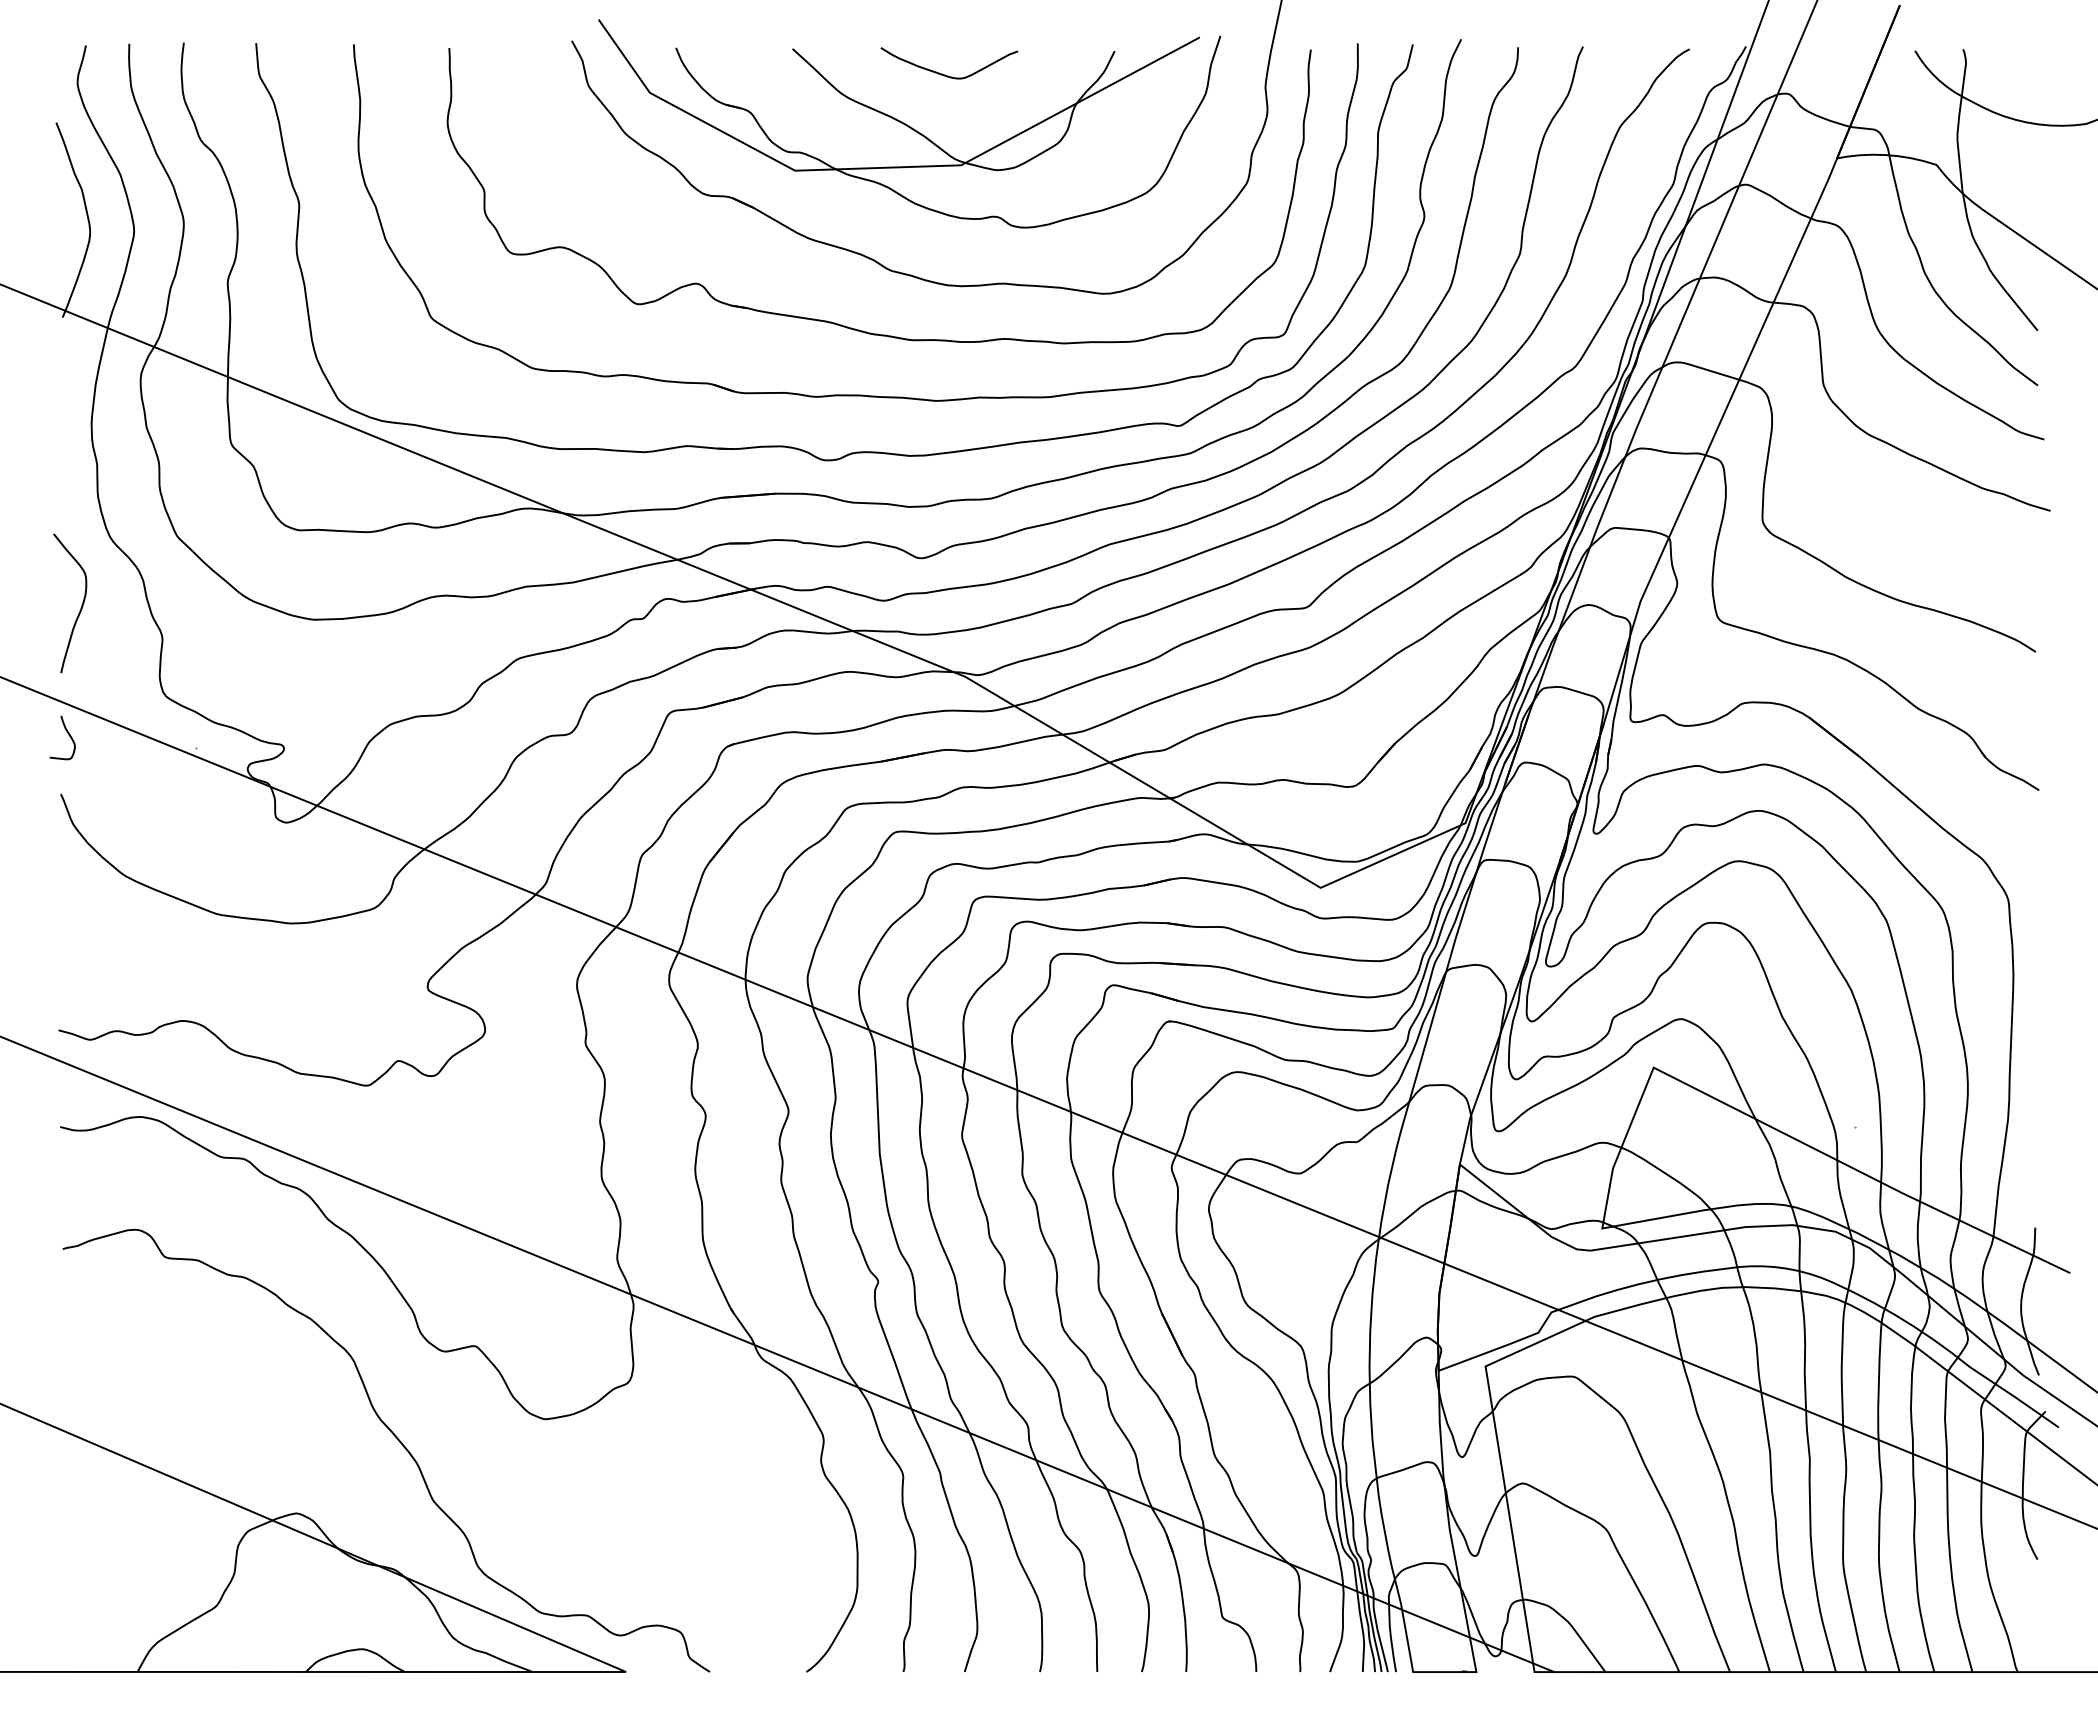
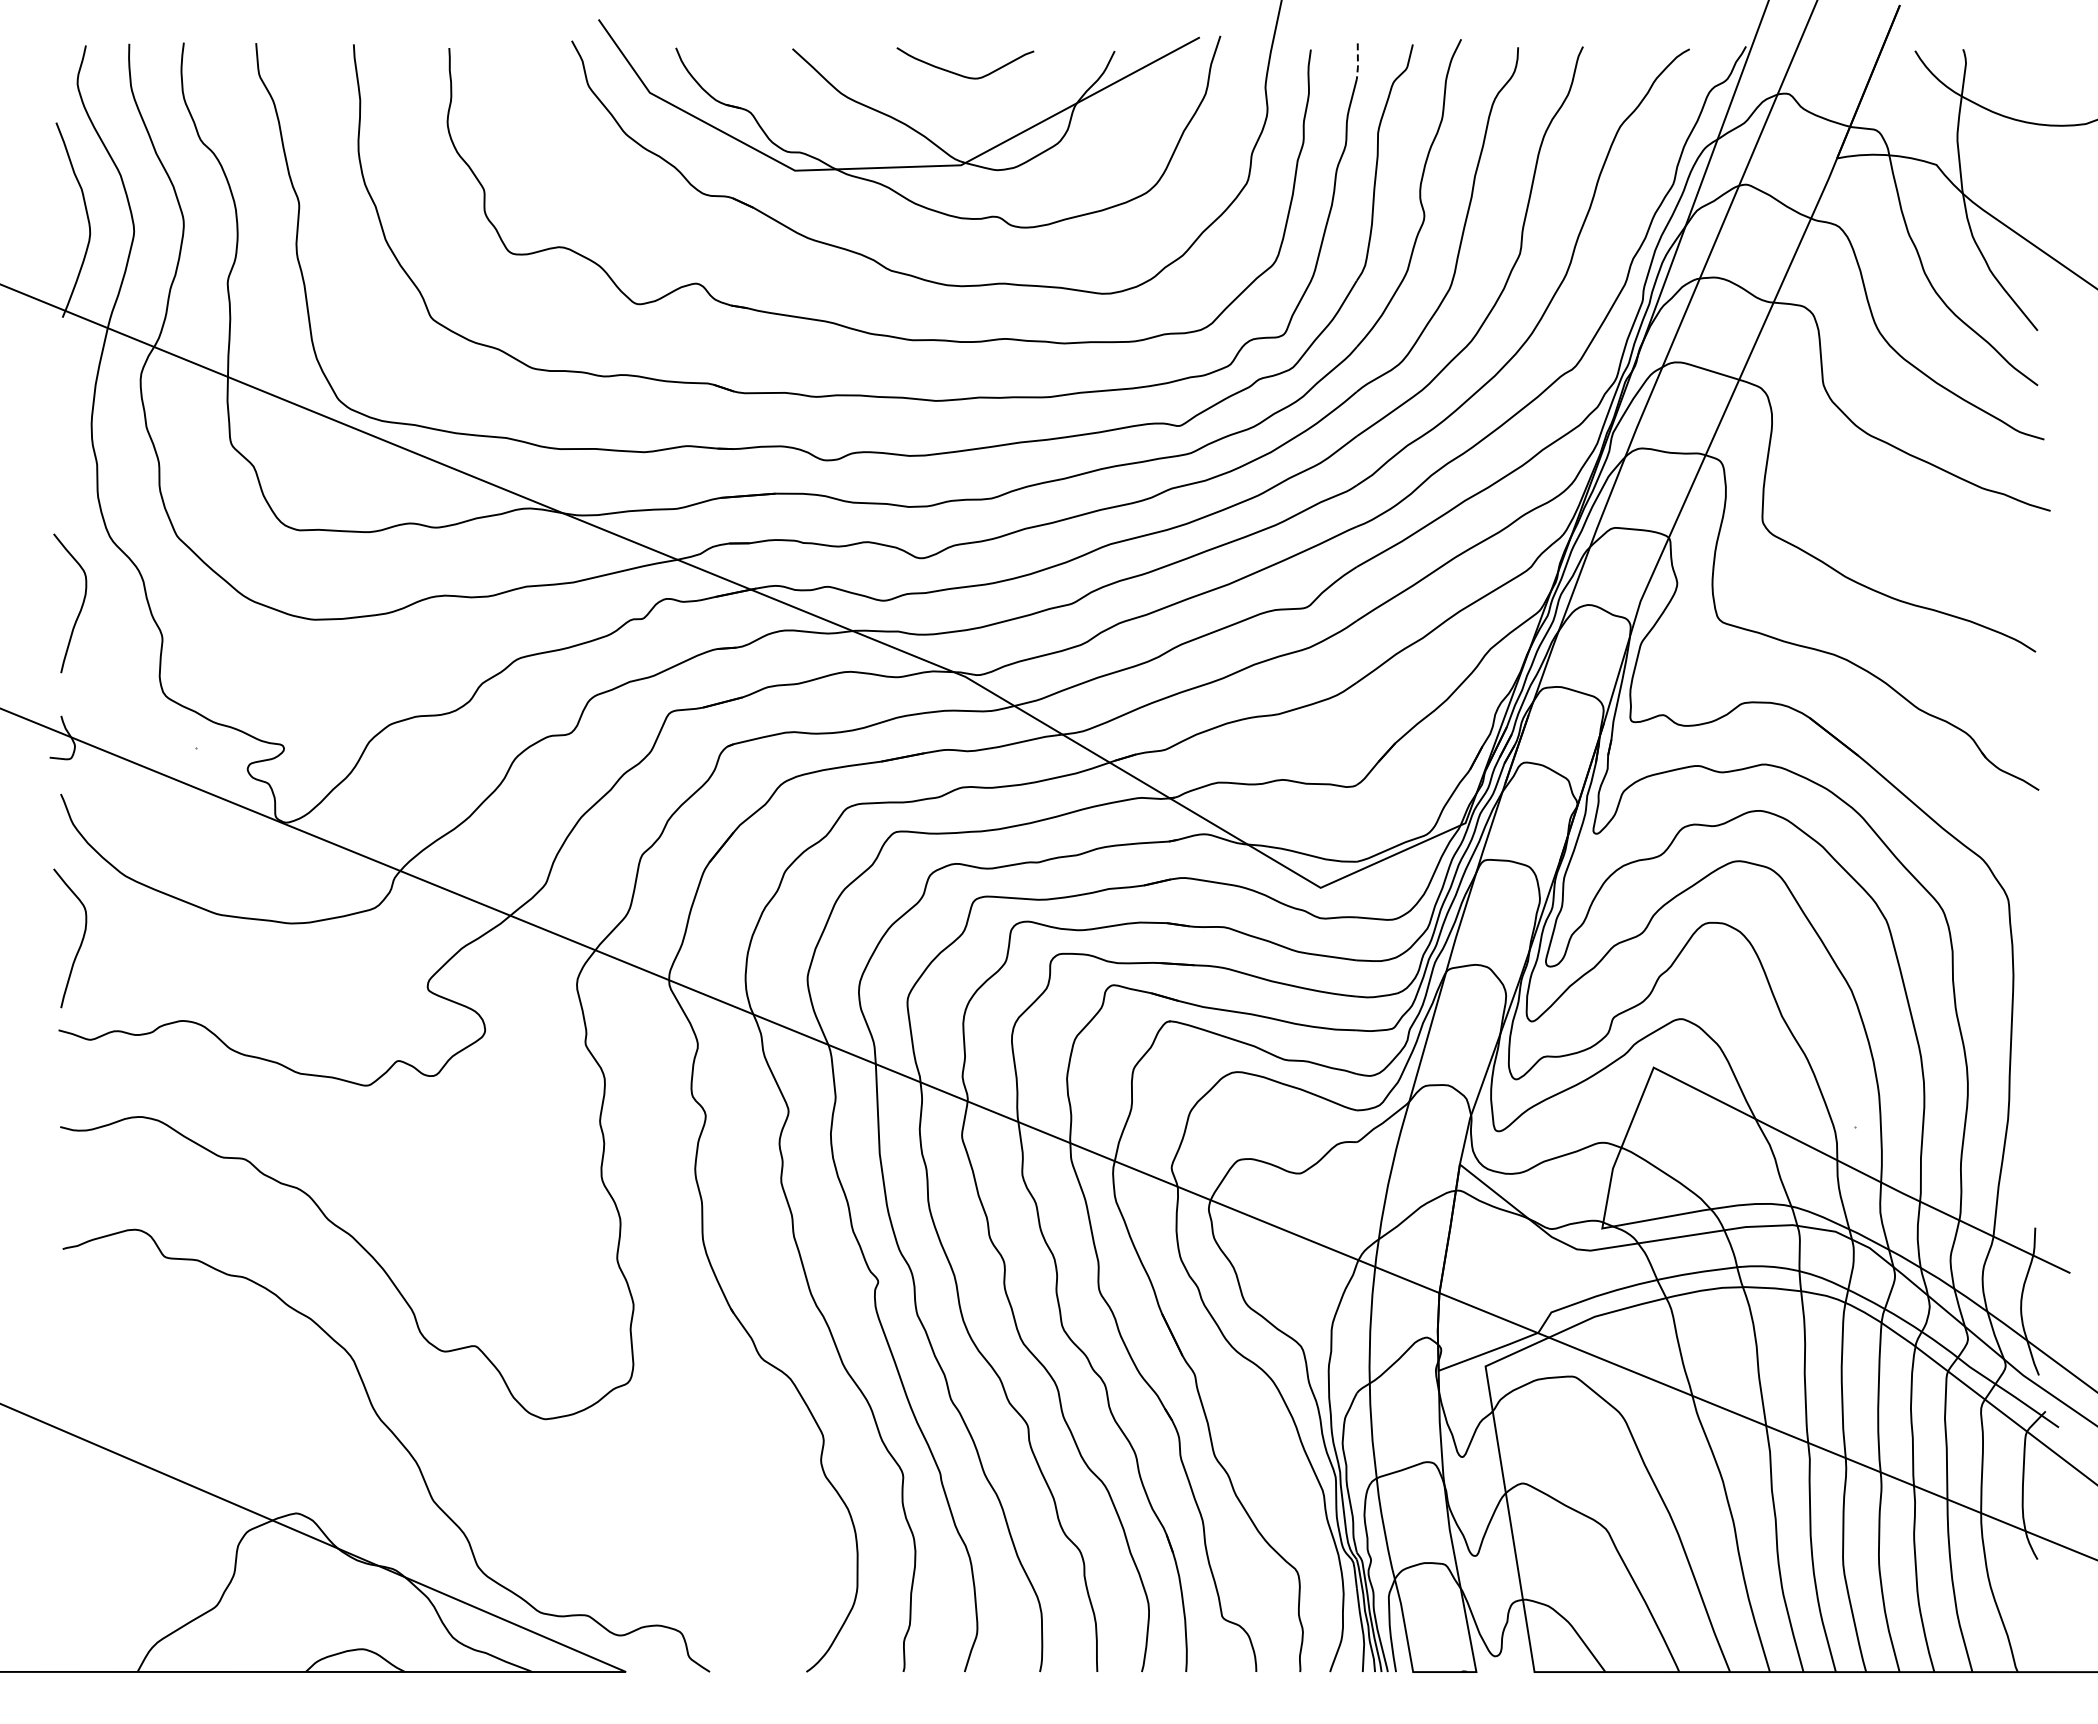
line at (1357, 62): solid -> dashed
curve at (945, 74) position: (945, 74) -> (961, 74)
curve at (81, 940): none -> present
line at (1048, 1102) position: (1048, 1102) -> (1048, 1134)
line at (778, 1354): present -> none
